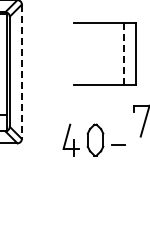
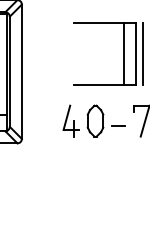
line at (124, 54): dashed -> solid
line at (143, 54): none -> present
line at (21, 72): dashed -> solid
part at (93, 139) position: (93, 139) -> (93, 120)
